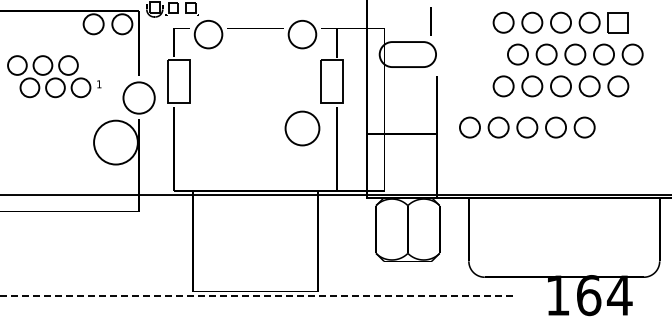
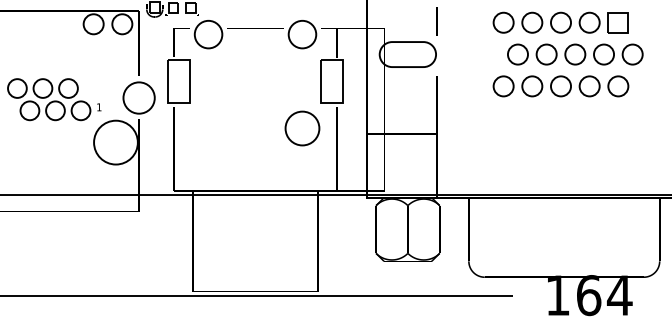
line at (430, 21) position: (430, 21) -> (436, 21)
part at (54, 76) position: (54, 76) -> (54, 99)
part at (527, 127): present -> none
line at (256, 295): dashed -> solid
